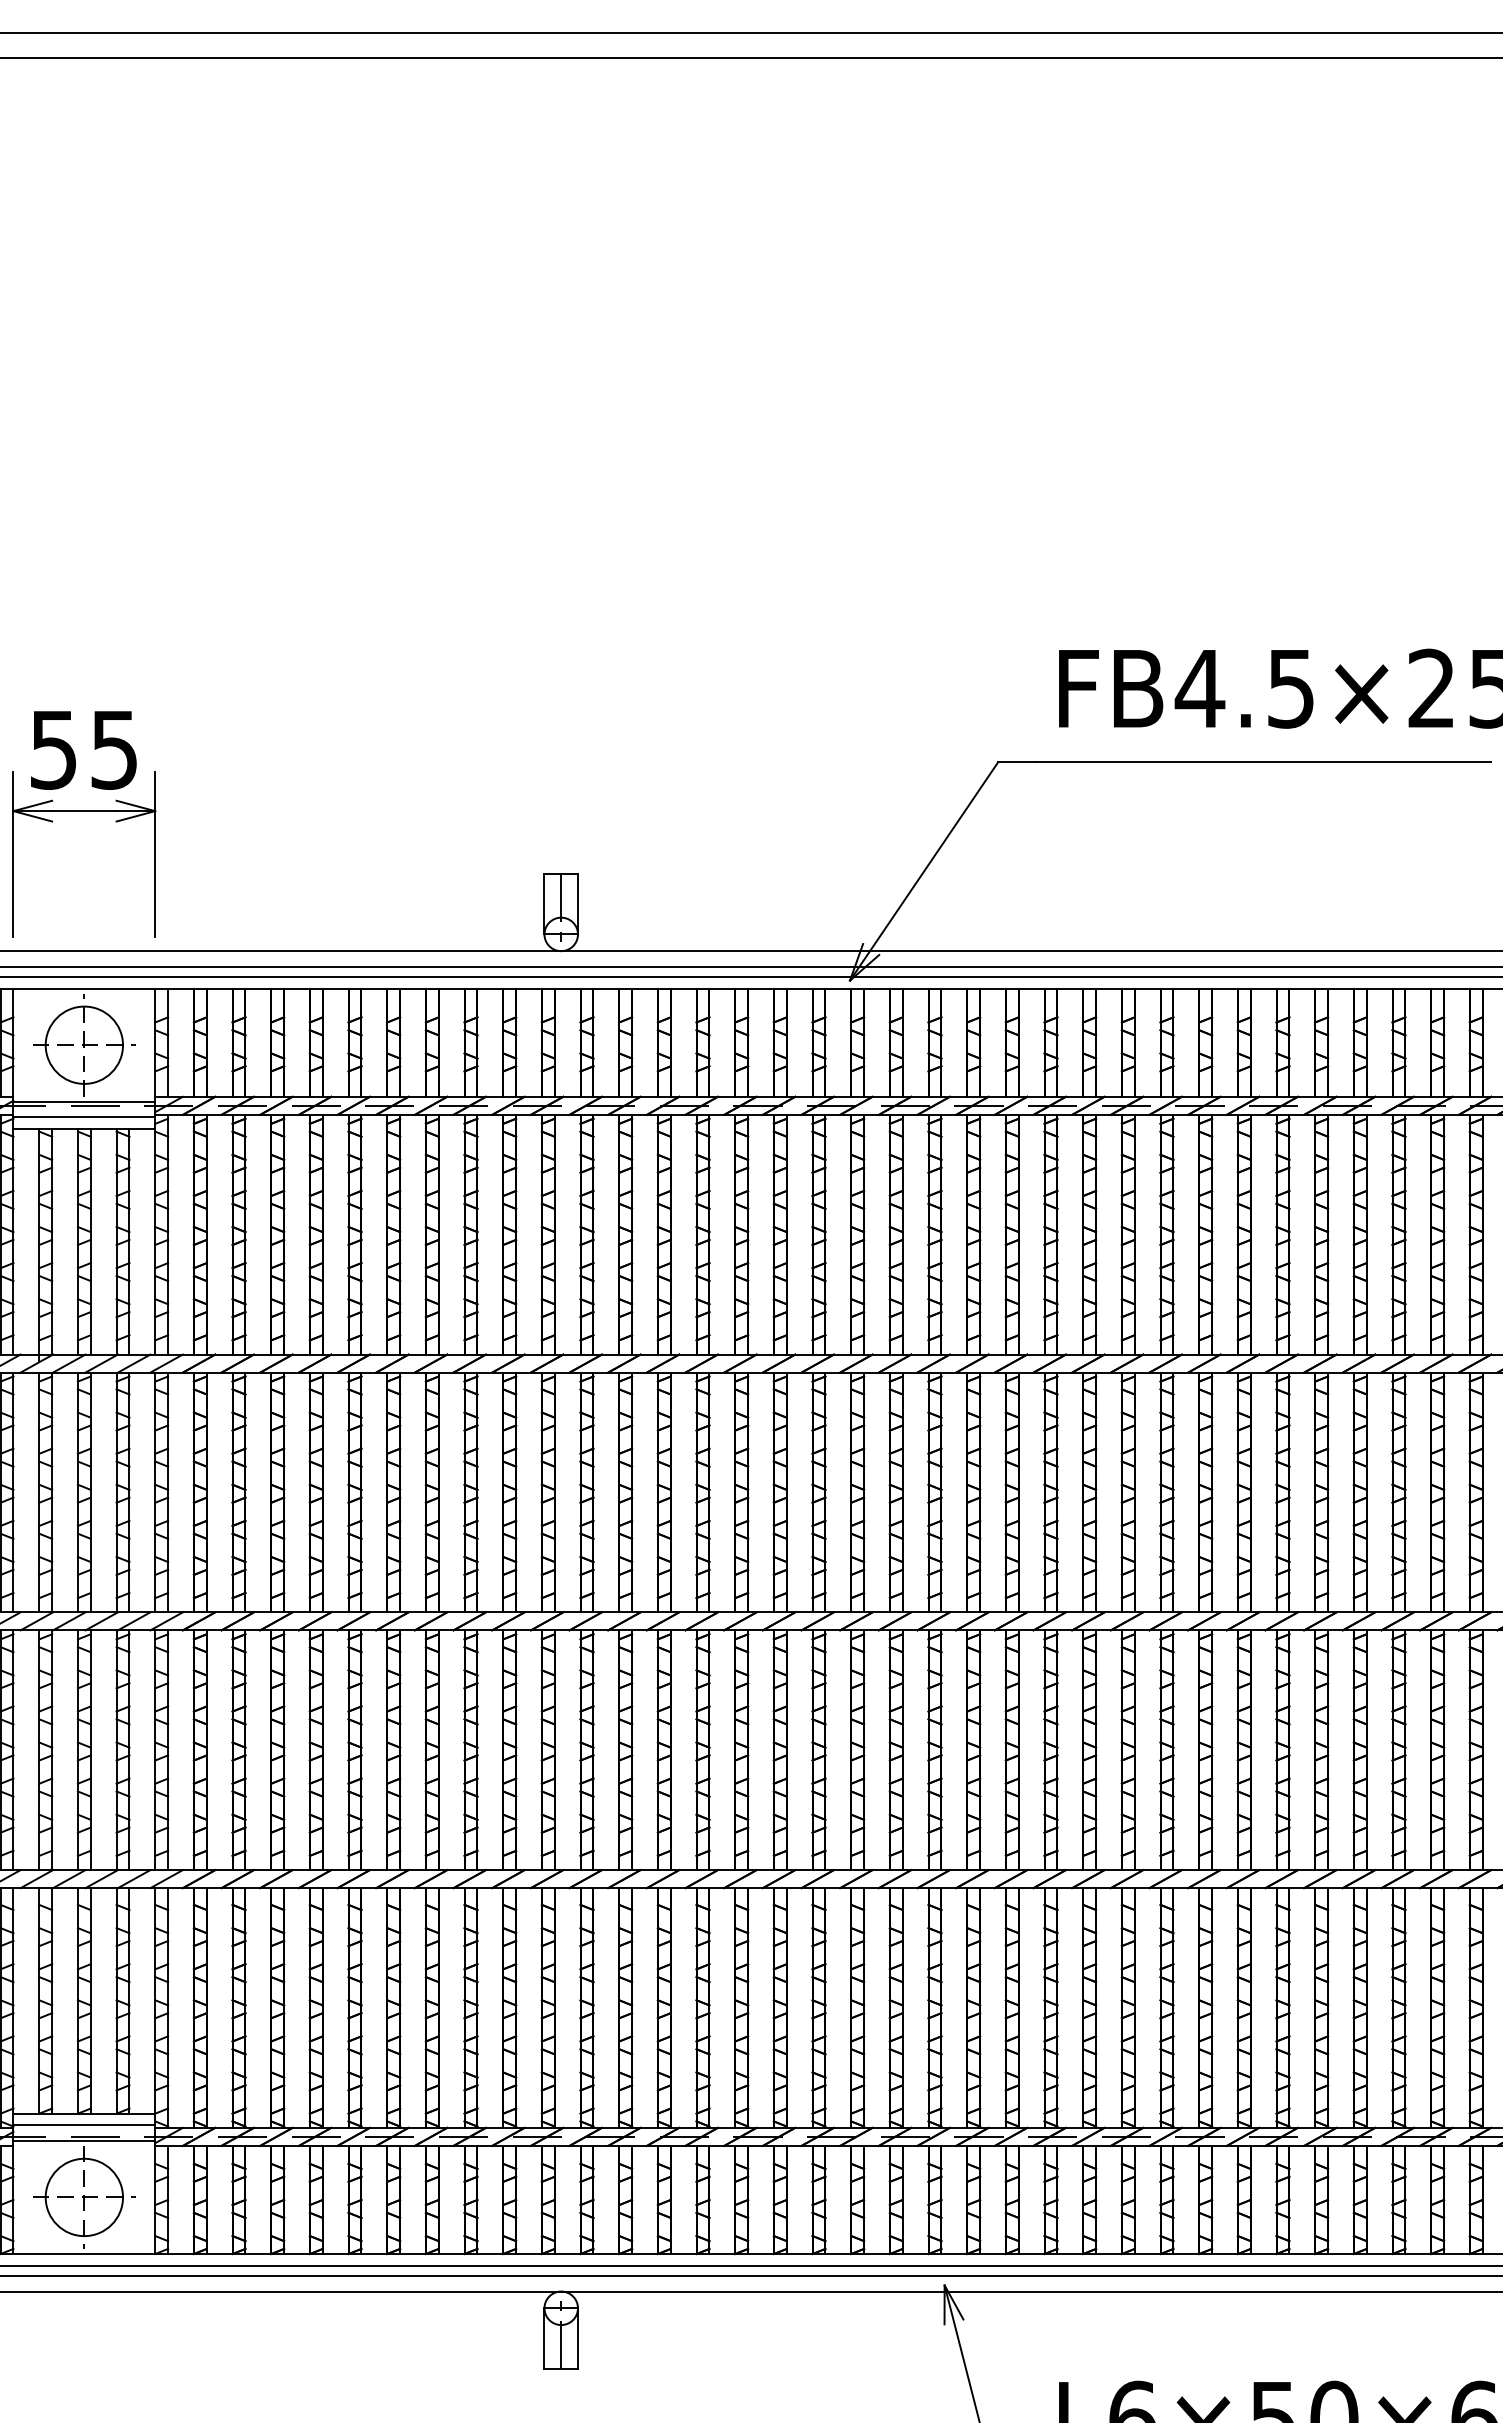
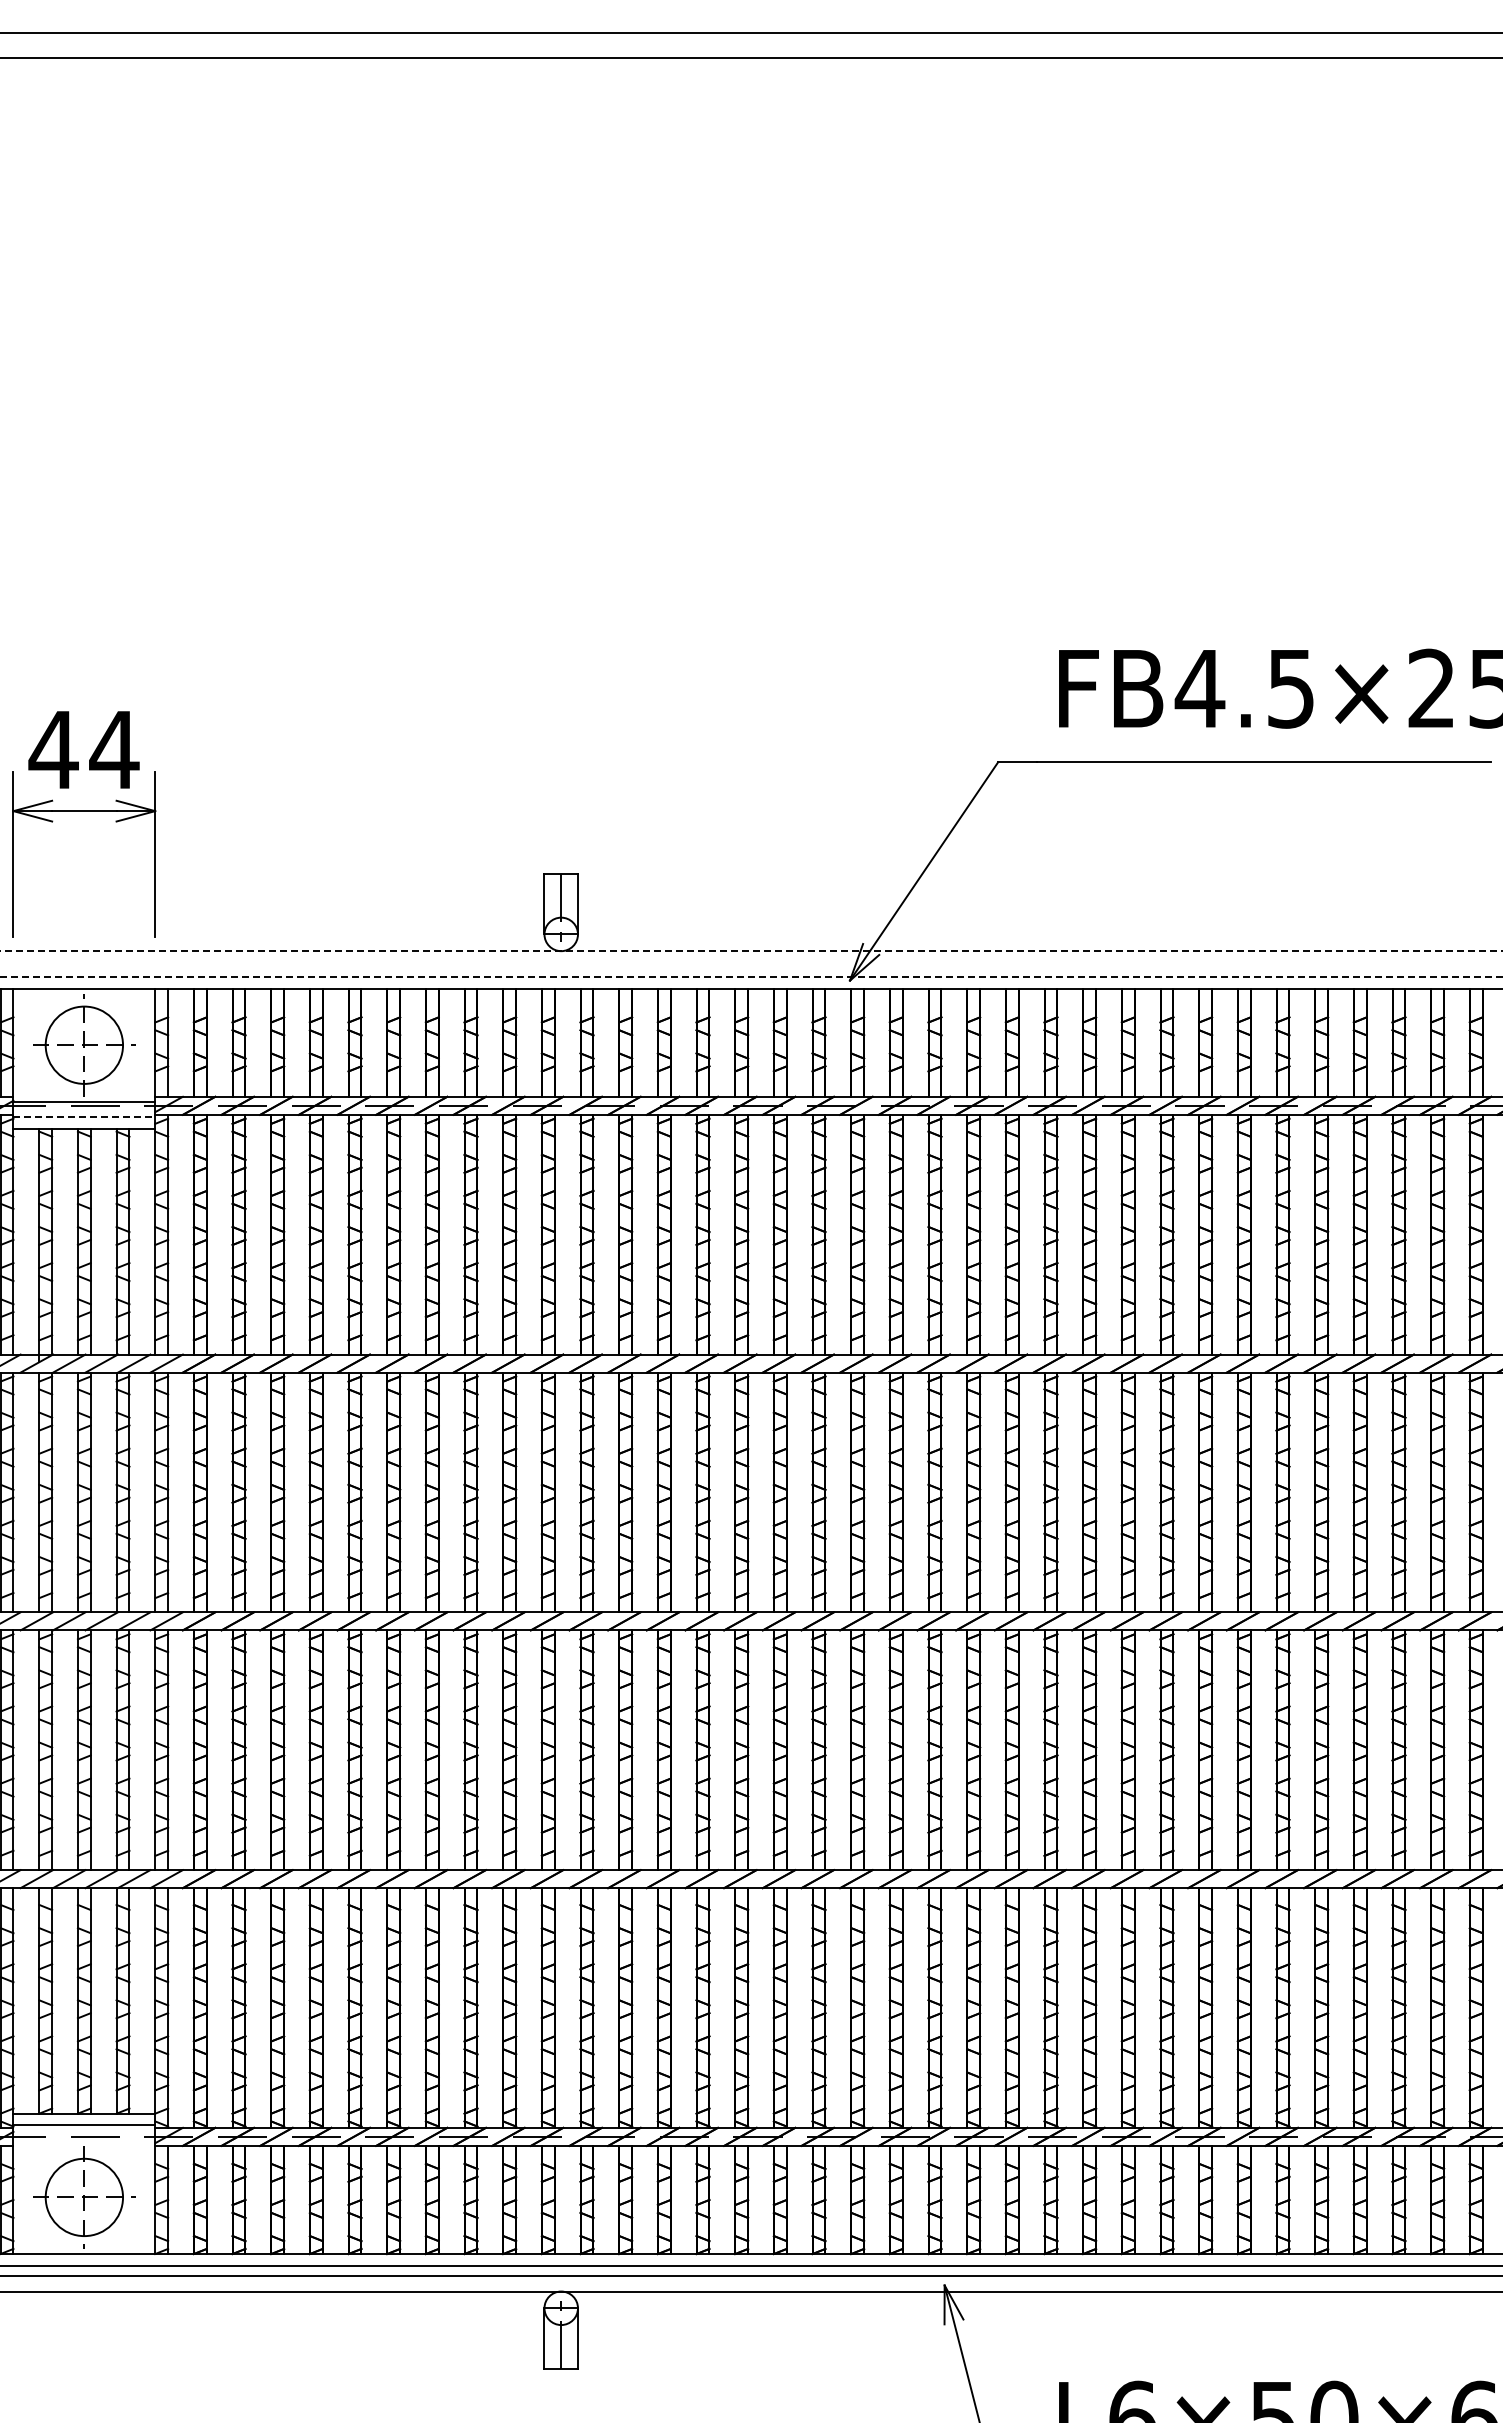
text at (83, 750): 55 -> 44
line at (751, 951): solid -> dashed
line at (750, 966): present -> none
line at (751, 976): solid -> dashed
line at (84, 1117): solid -> dashed
line at (84, 2140): present -> none
